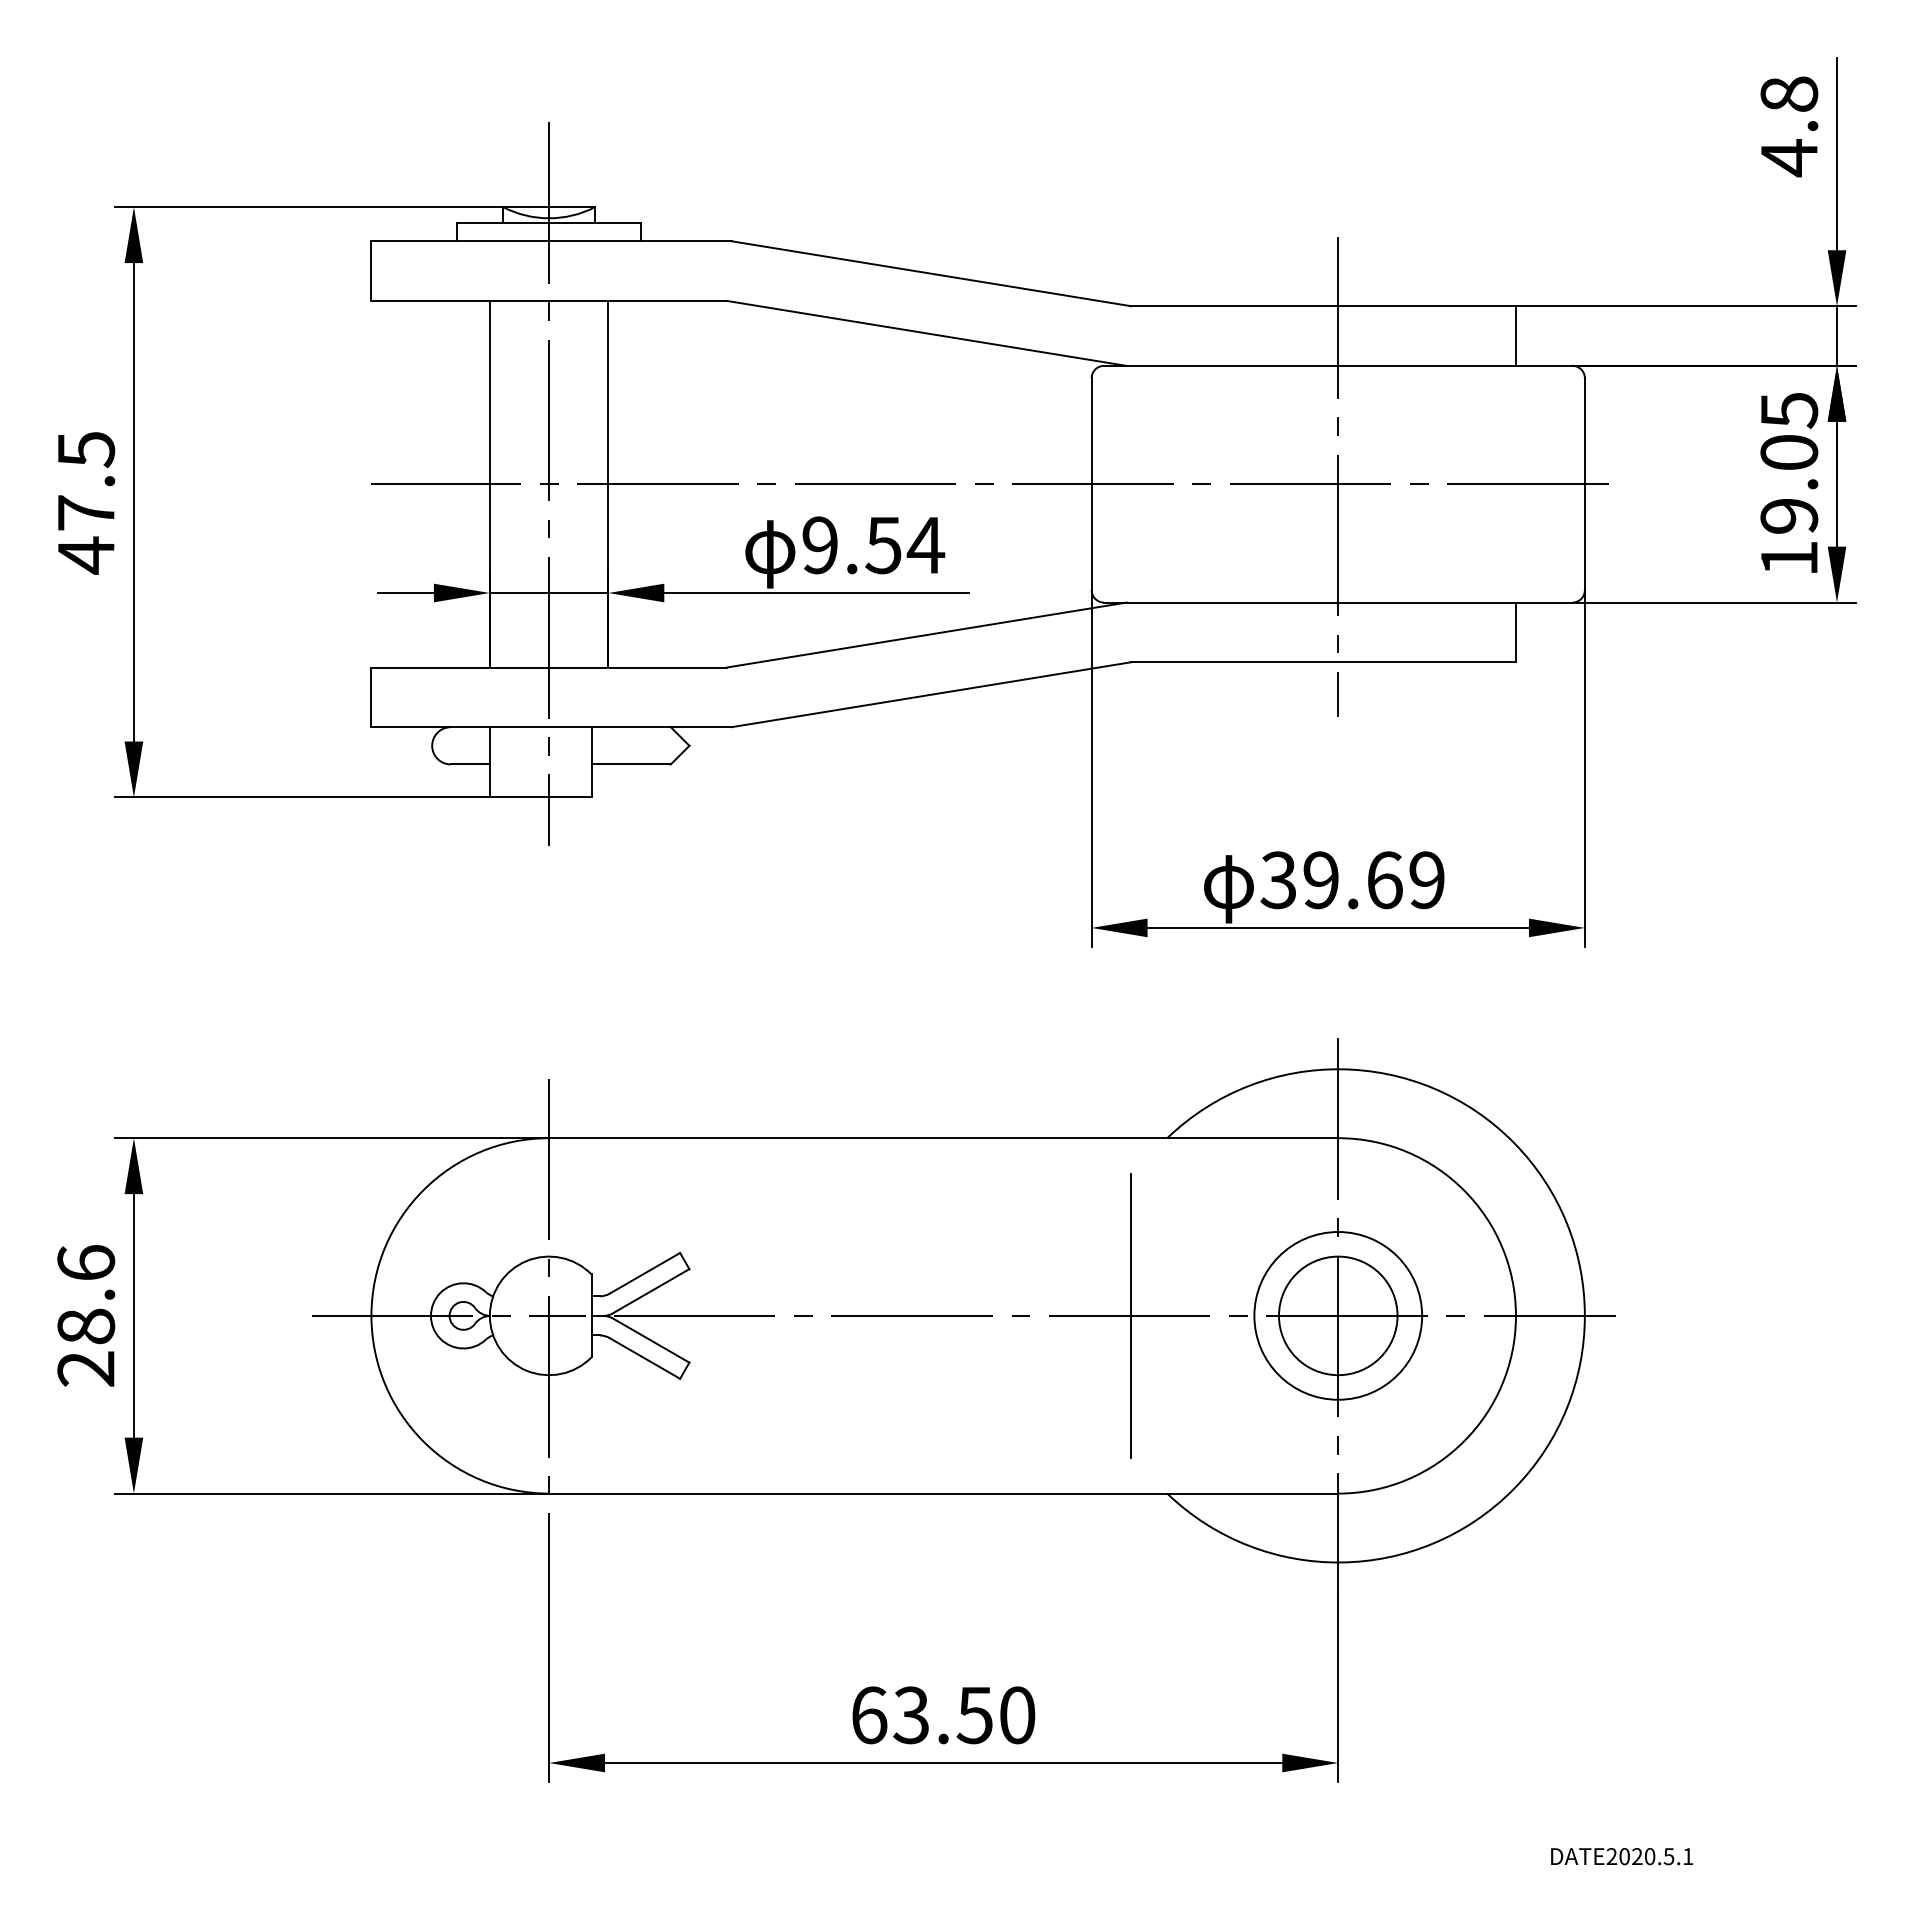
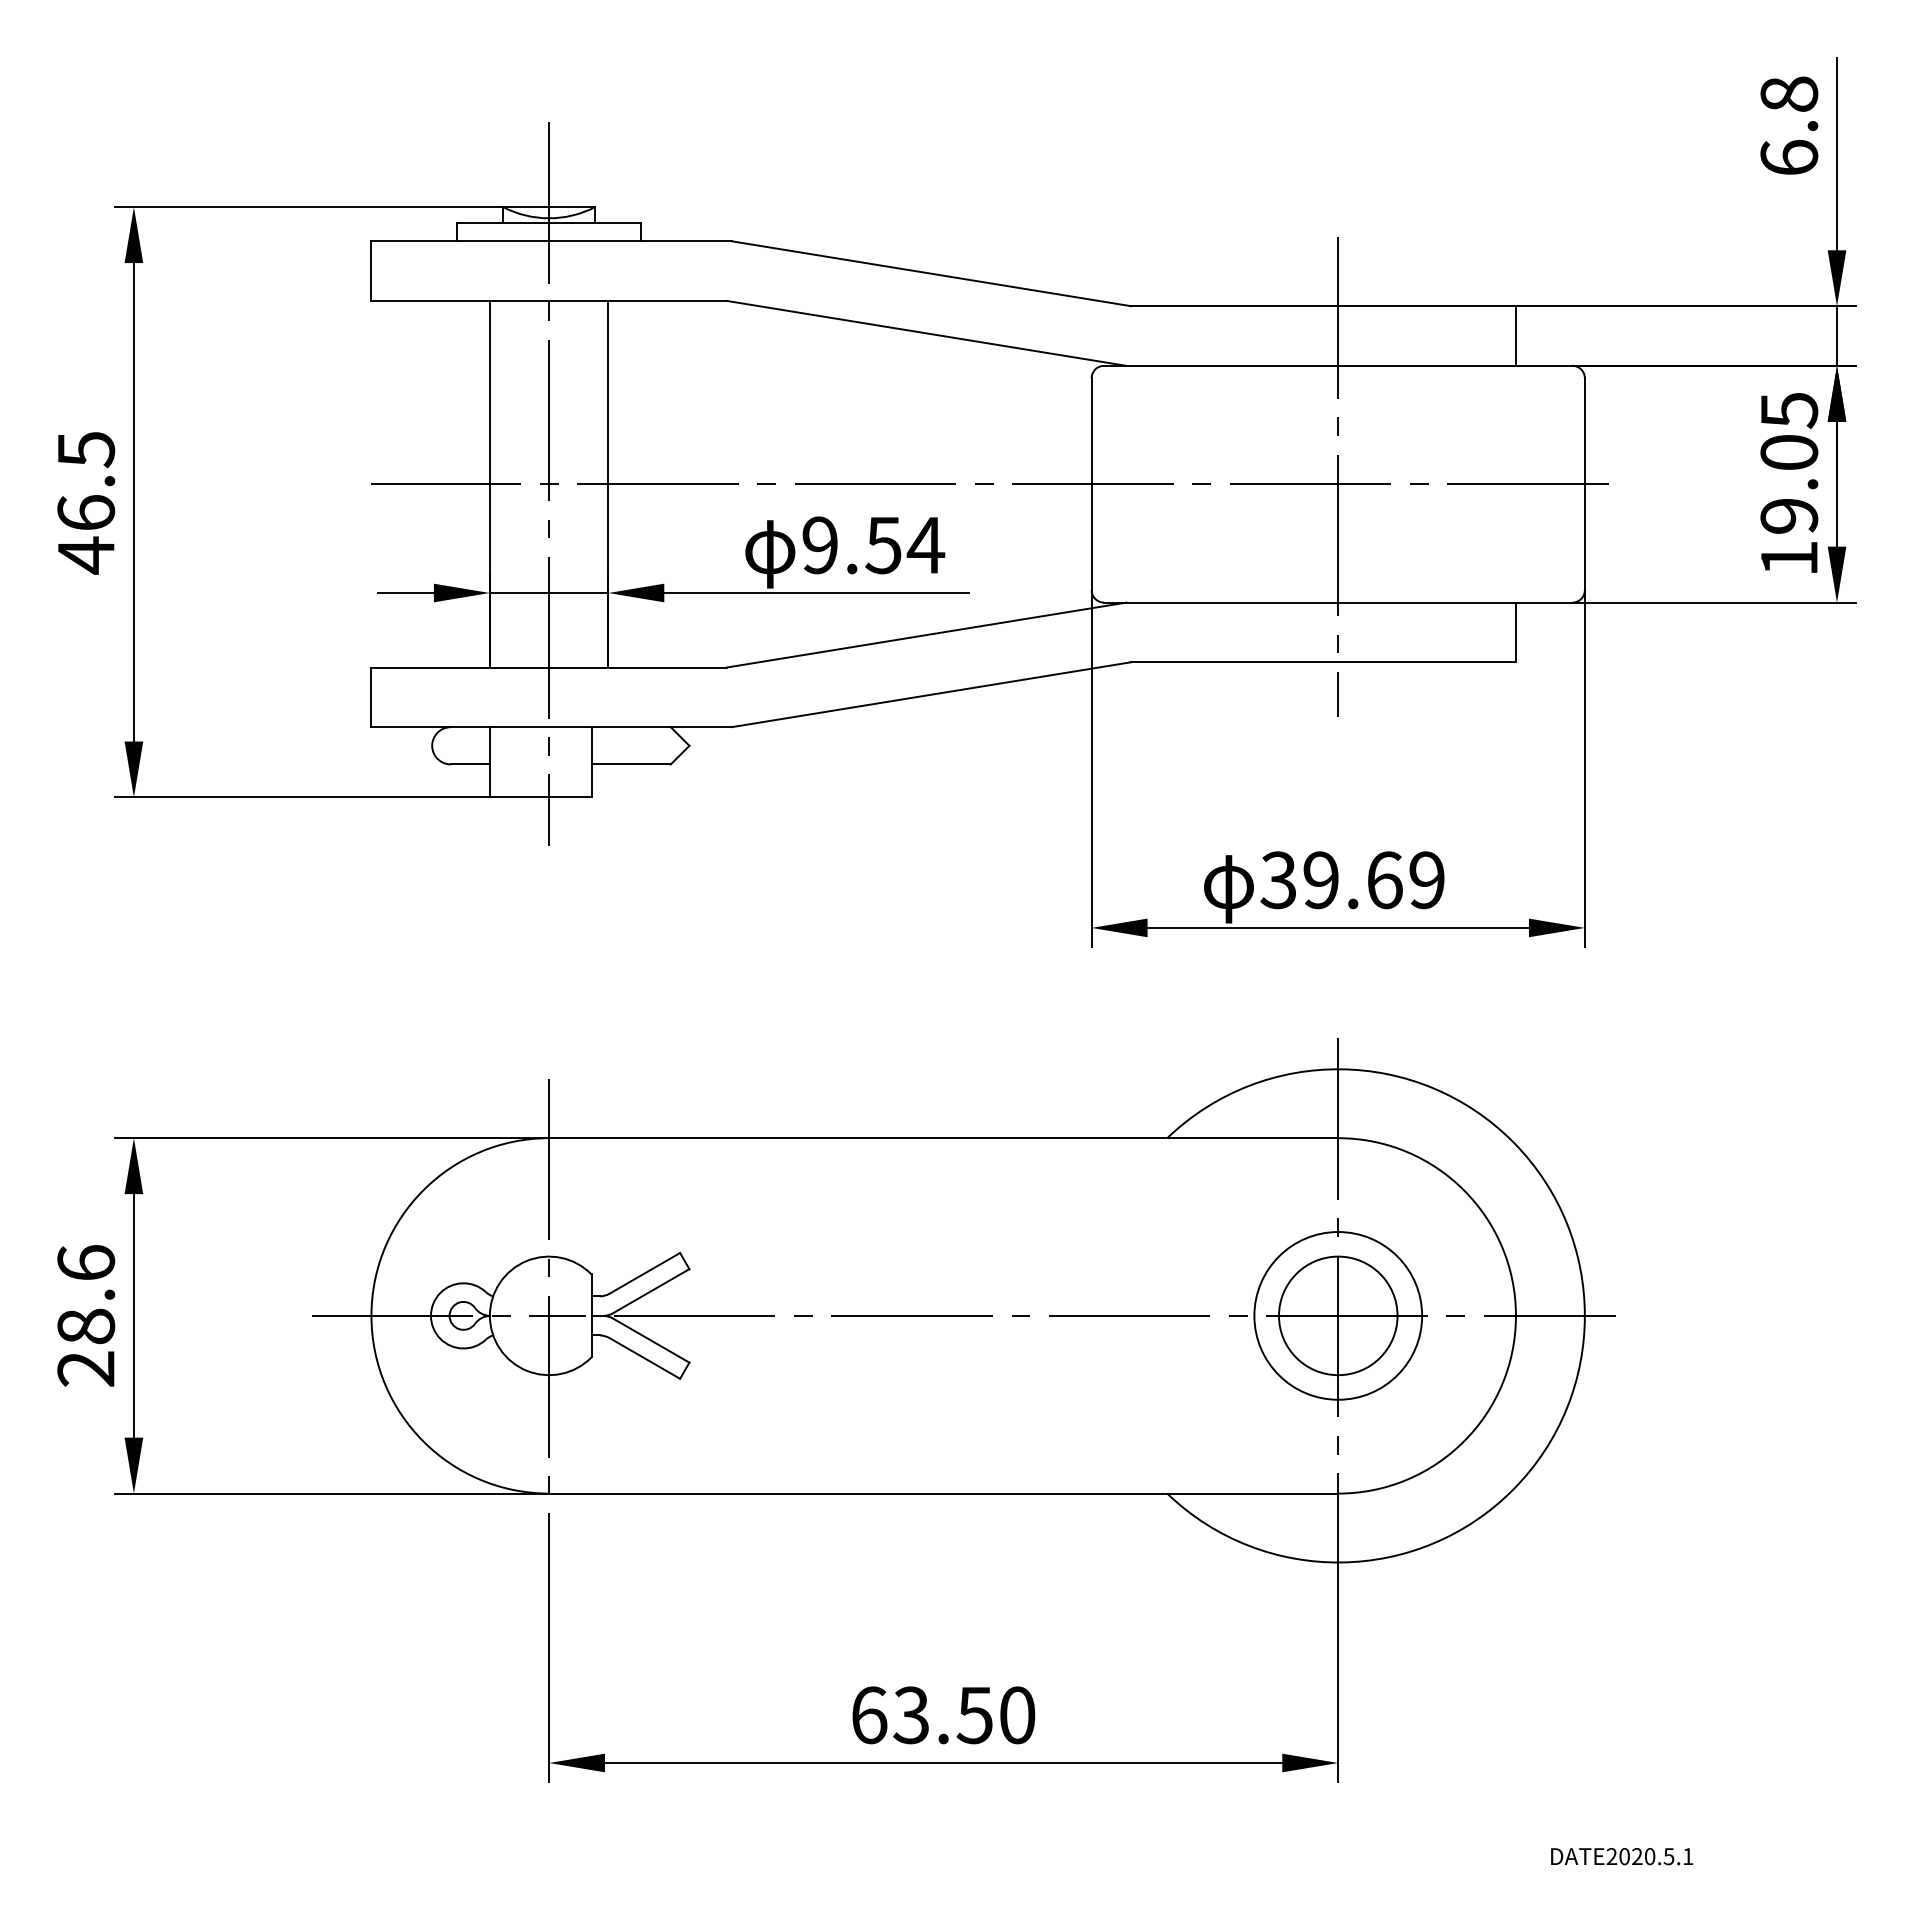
text at (1789, 158): 4.8 -> 6.8
text at (86, 512): 47.5 -> 46.5
line at (1131, 1315): present -> none
